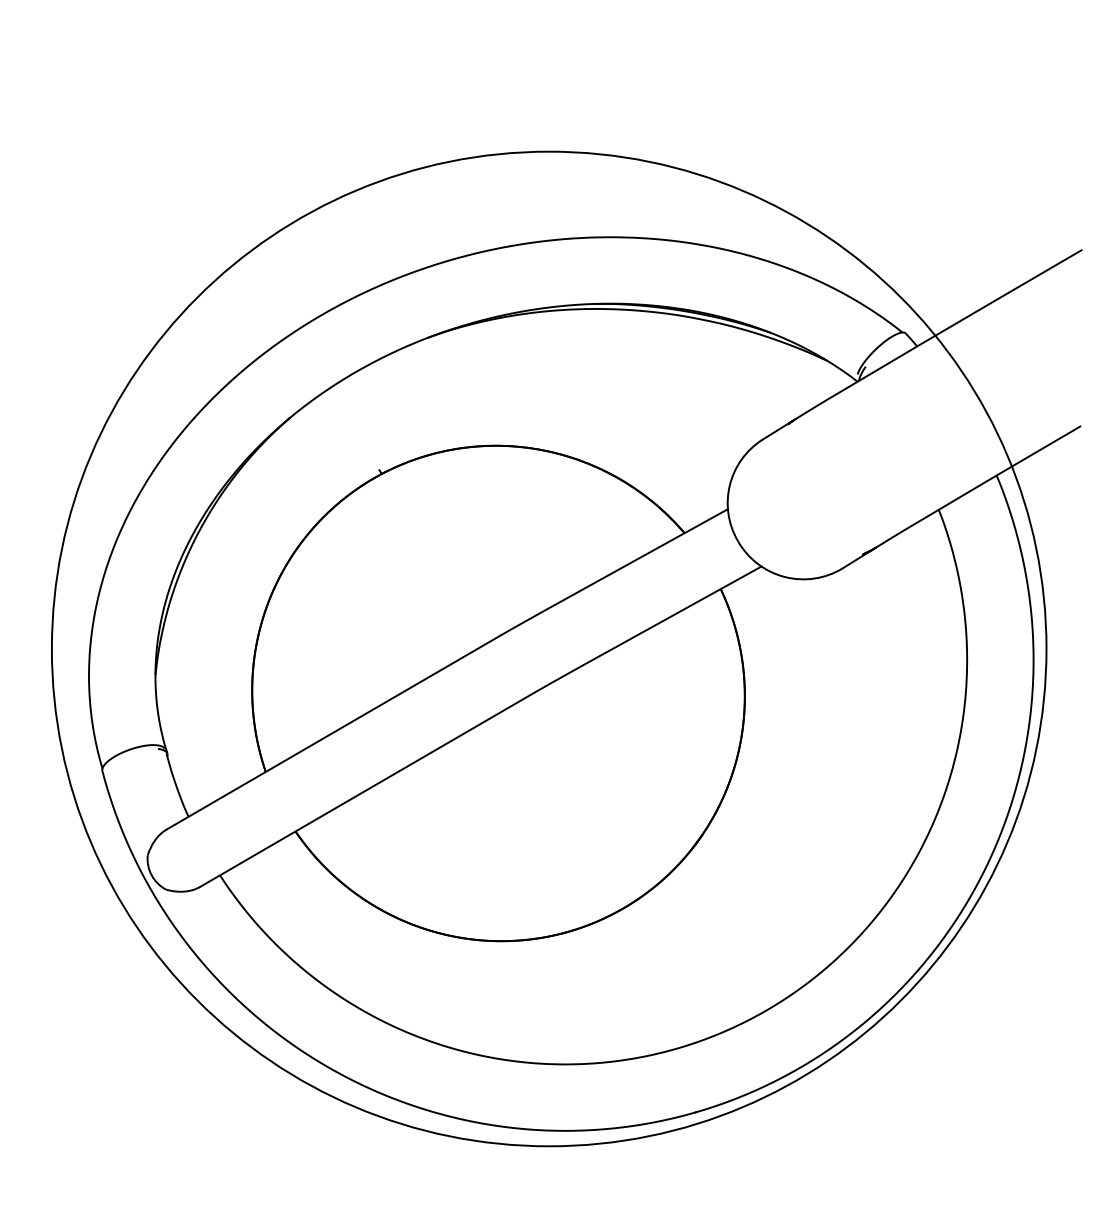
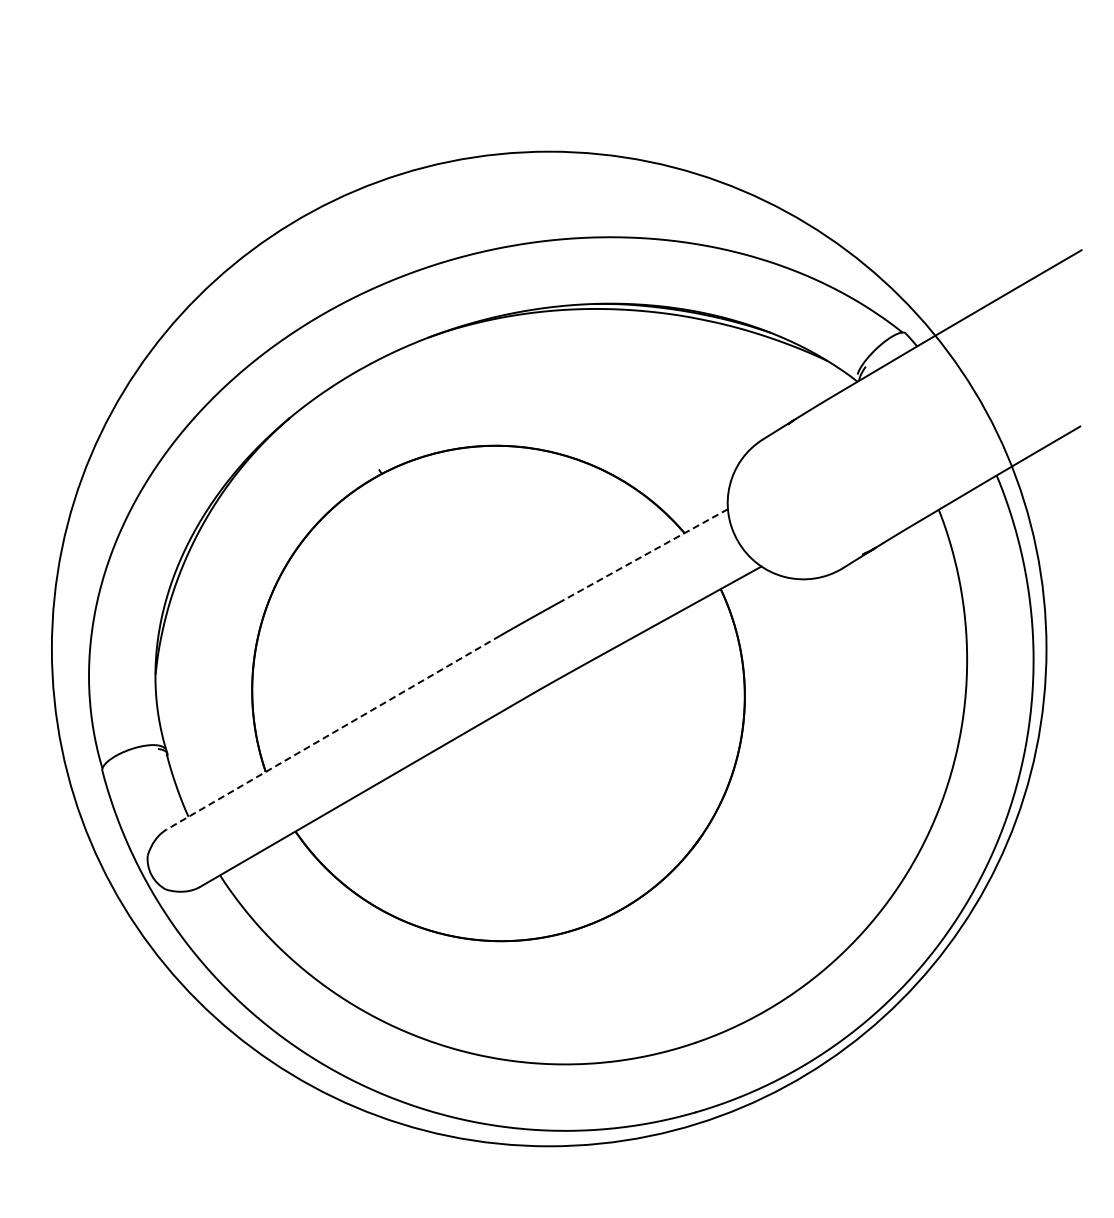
line at (645, 554): solid -> dashed
line at (333, 732): solid -> dashed
